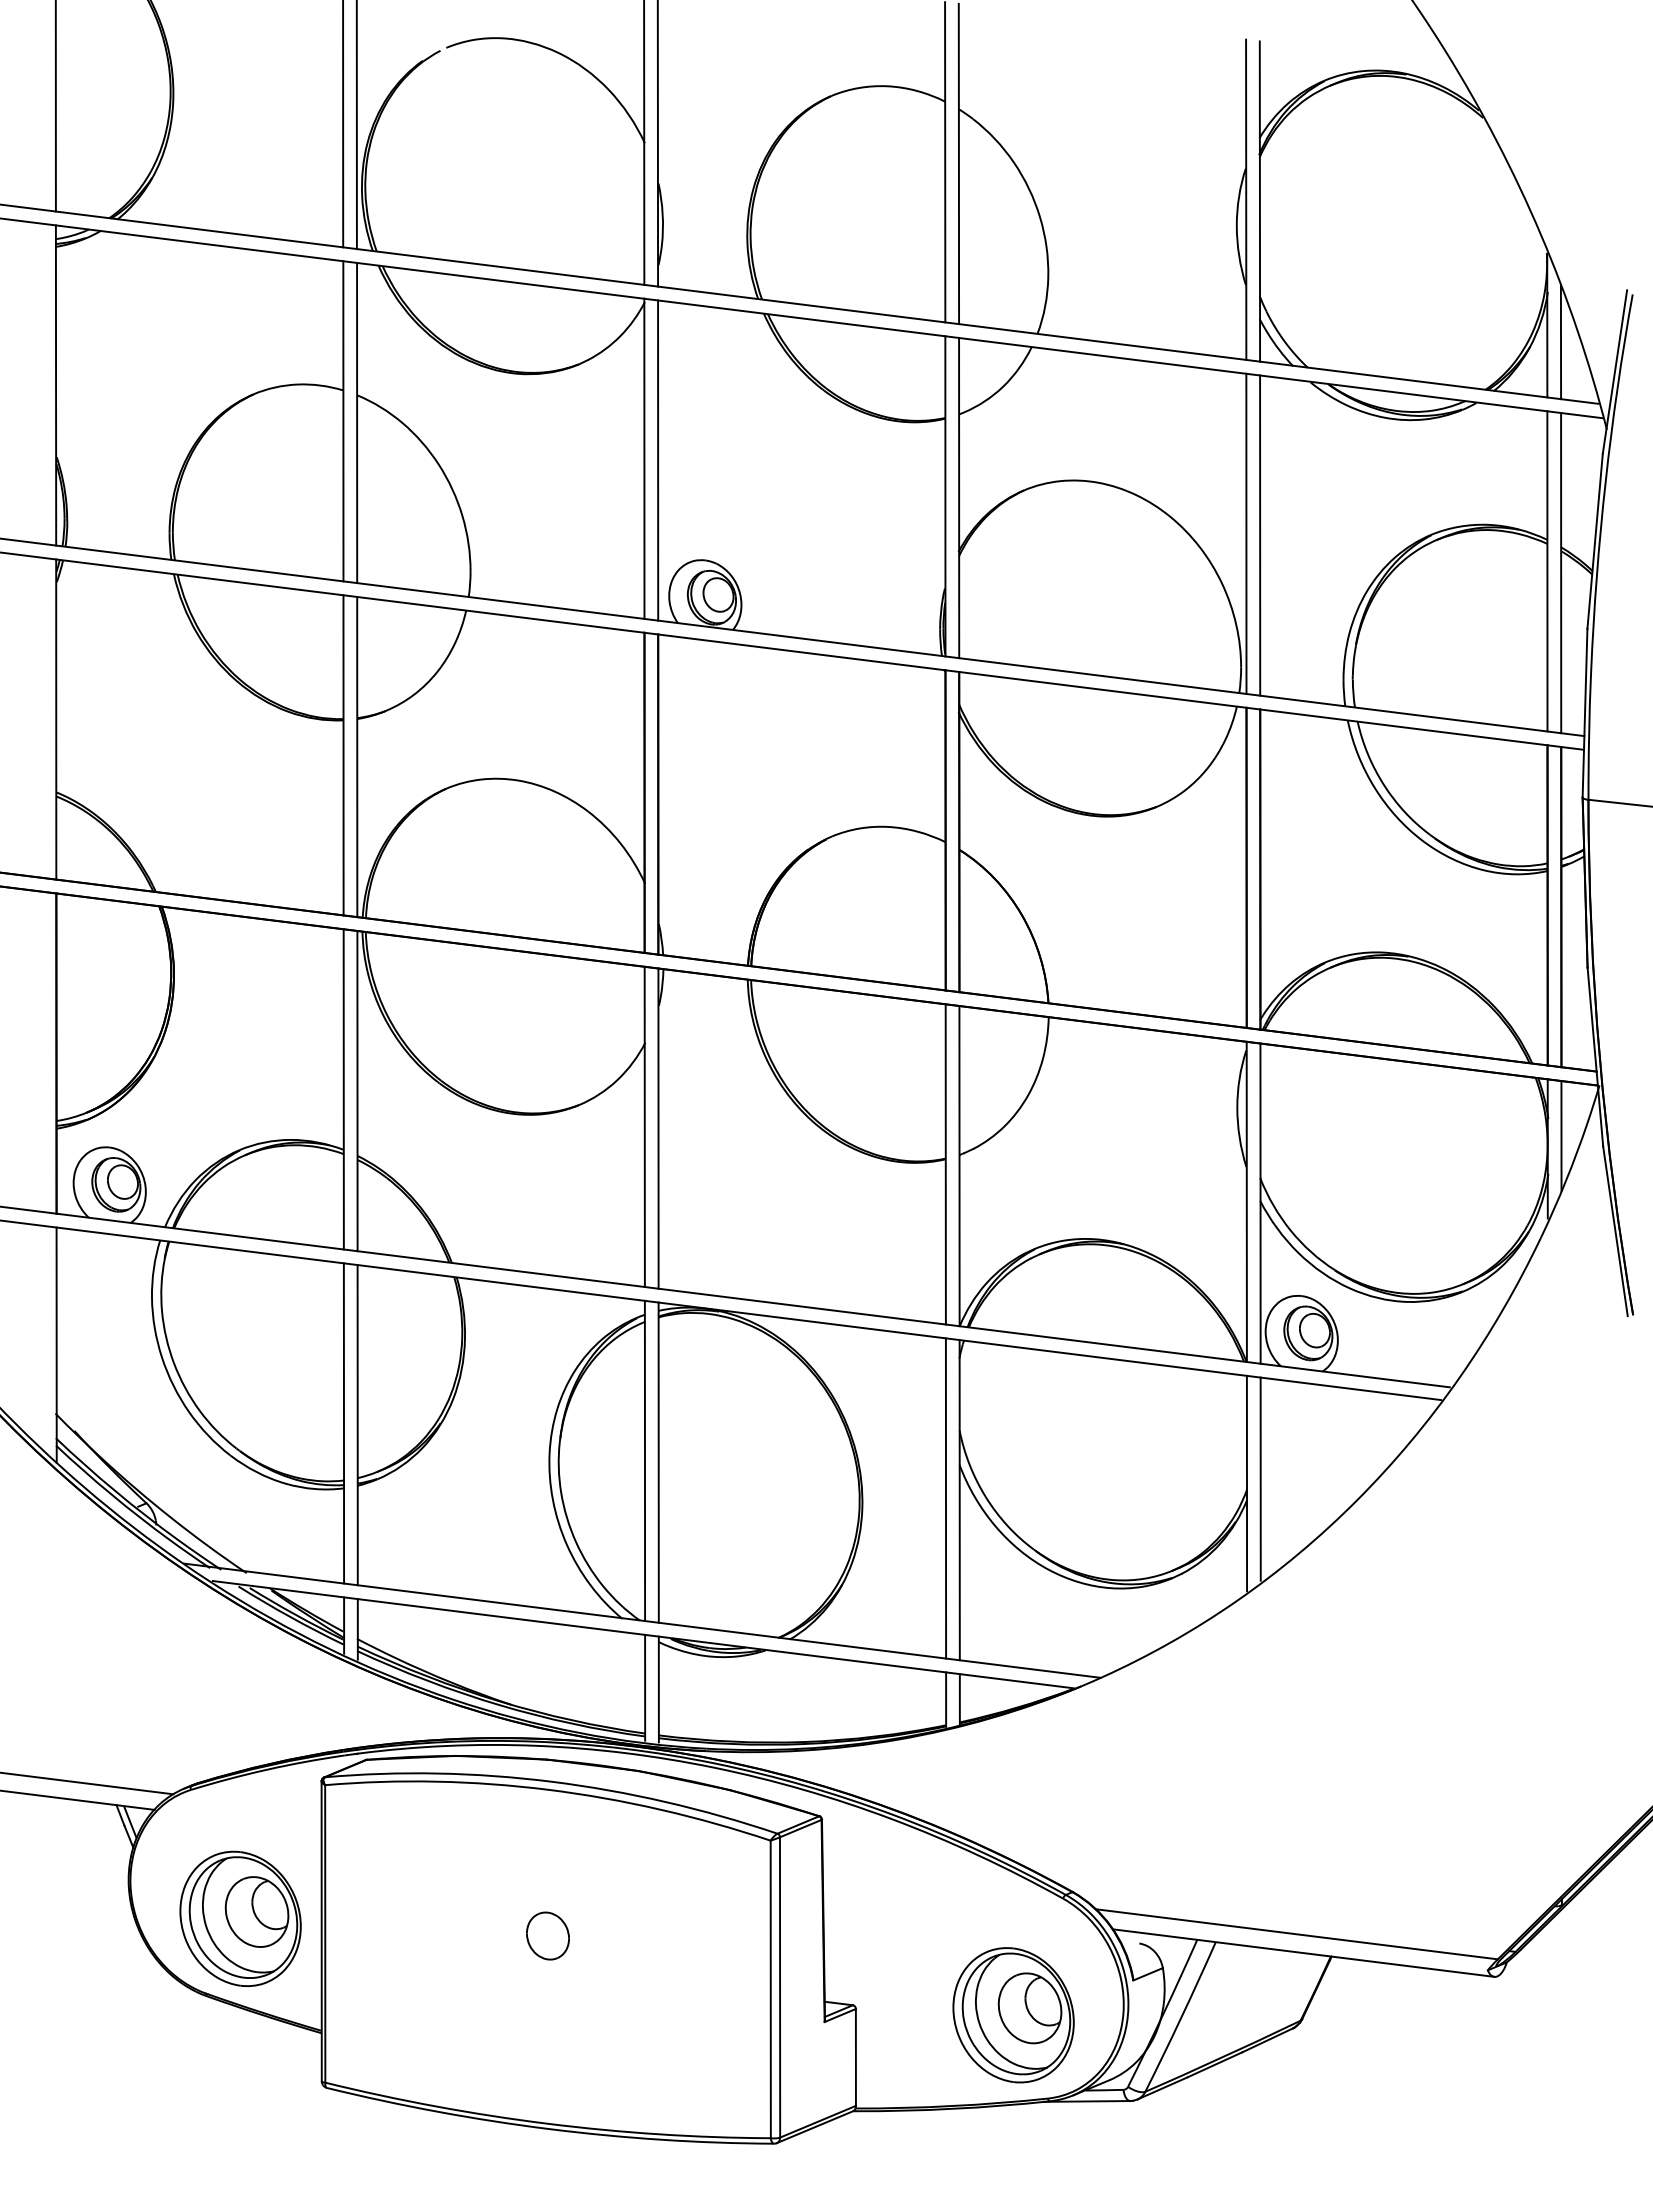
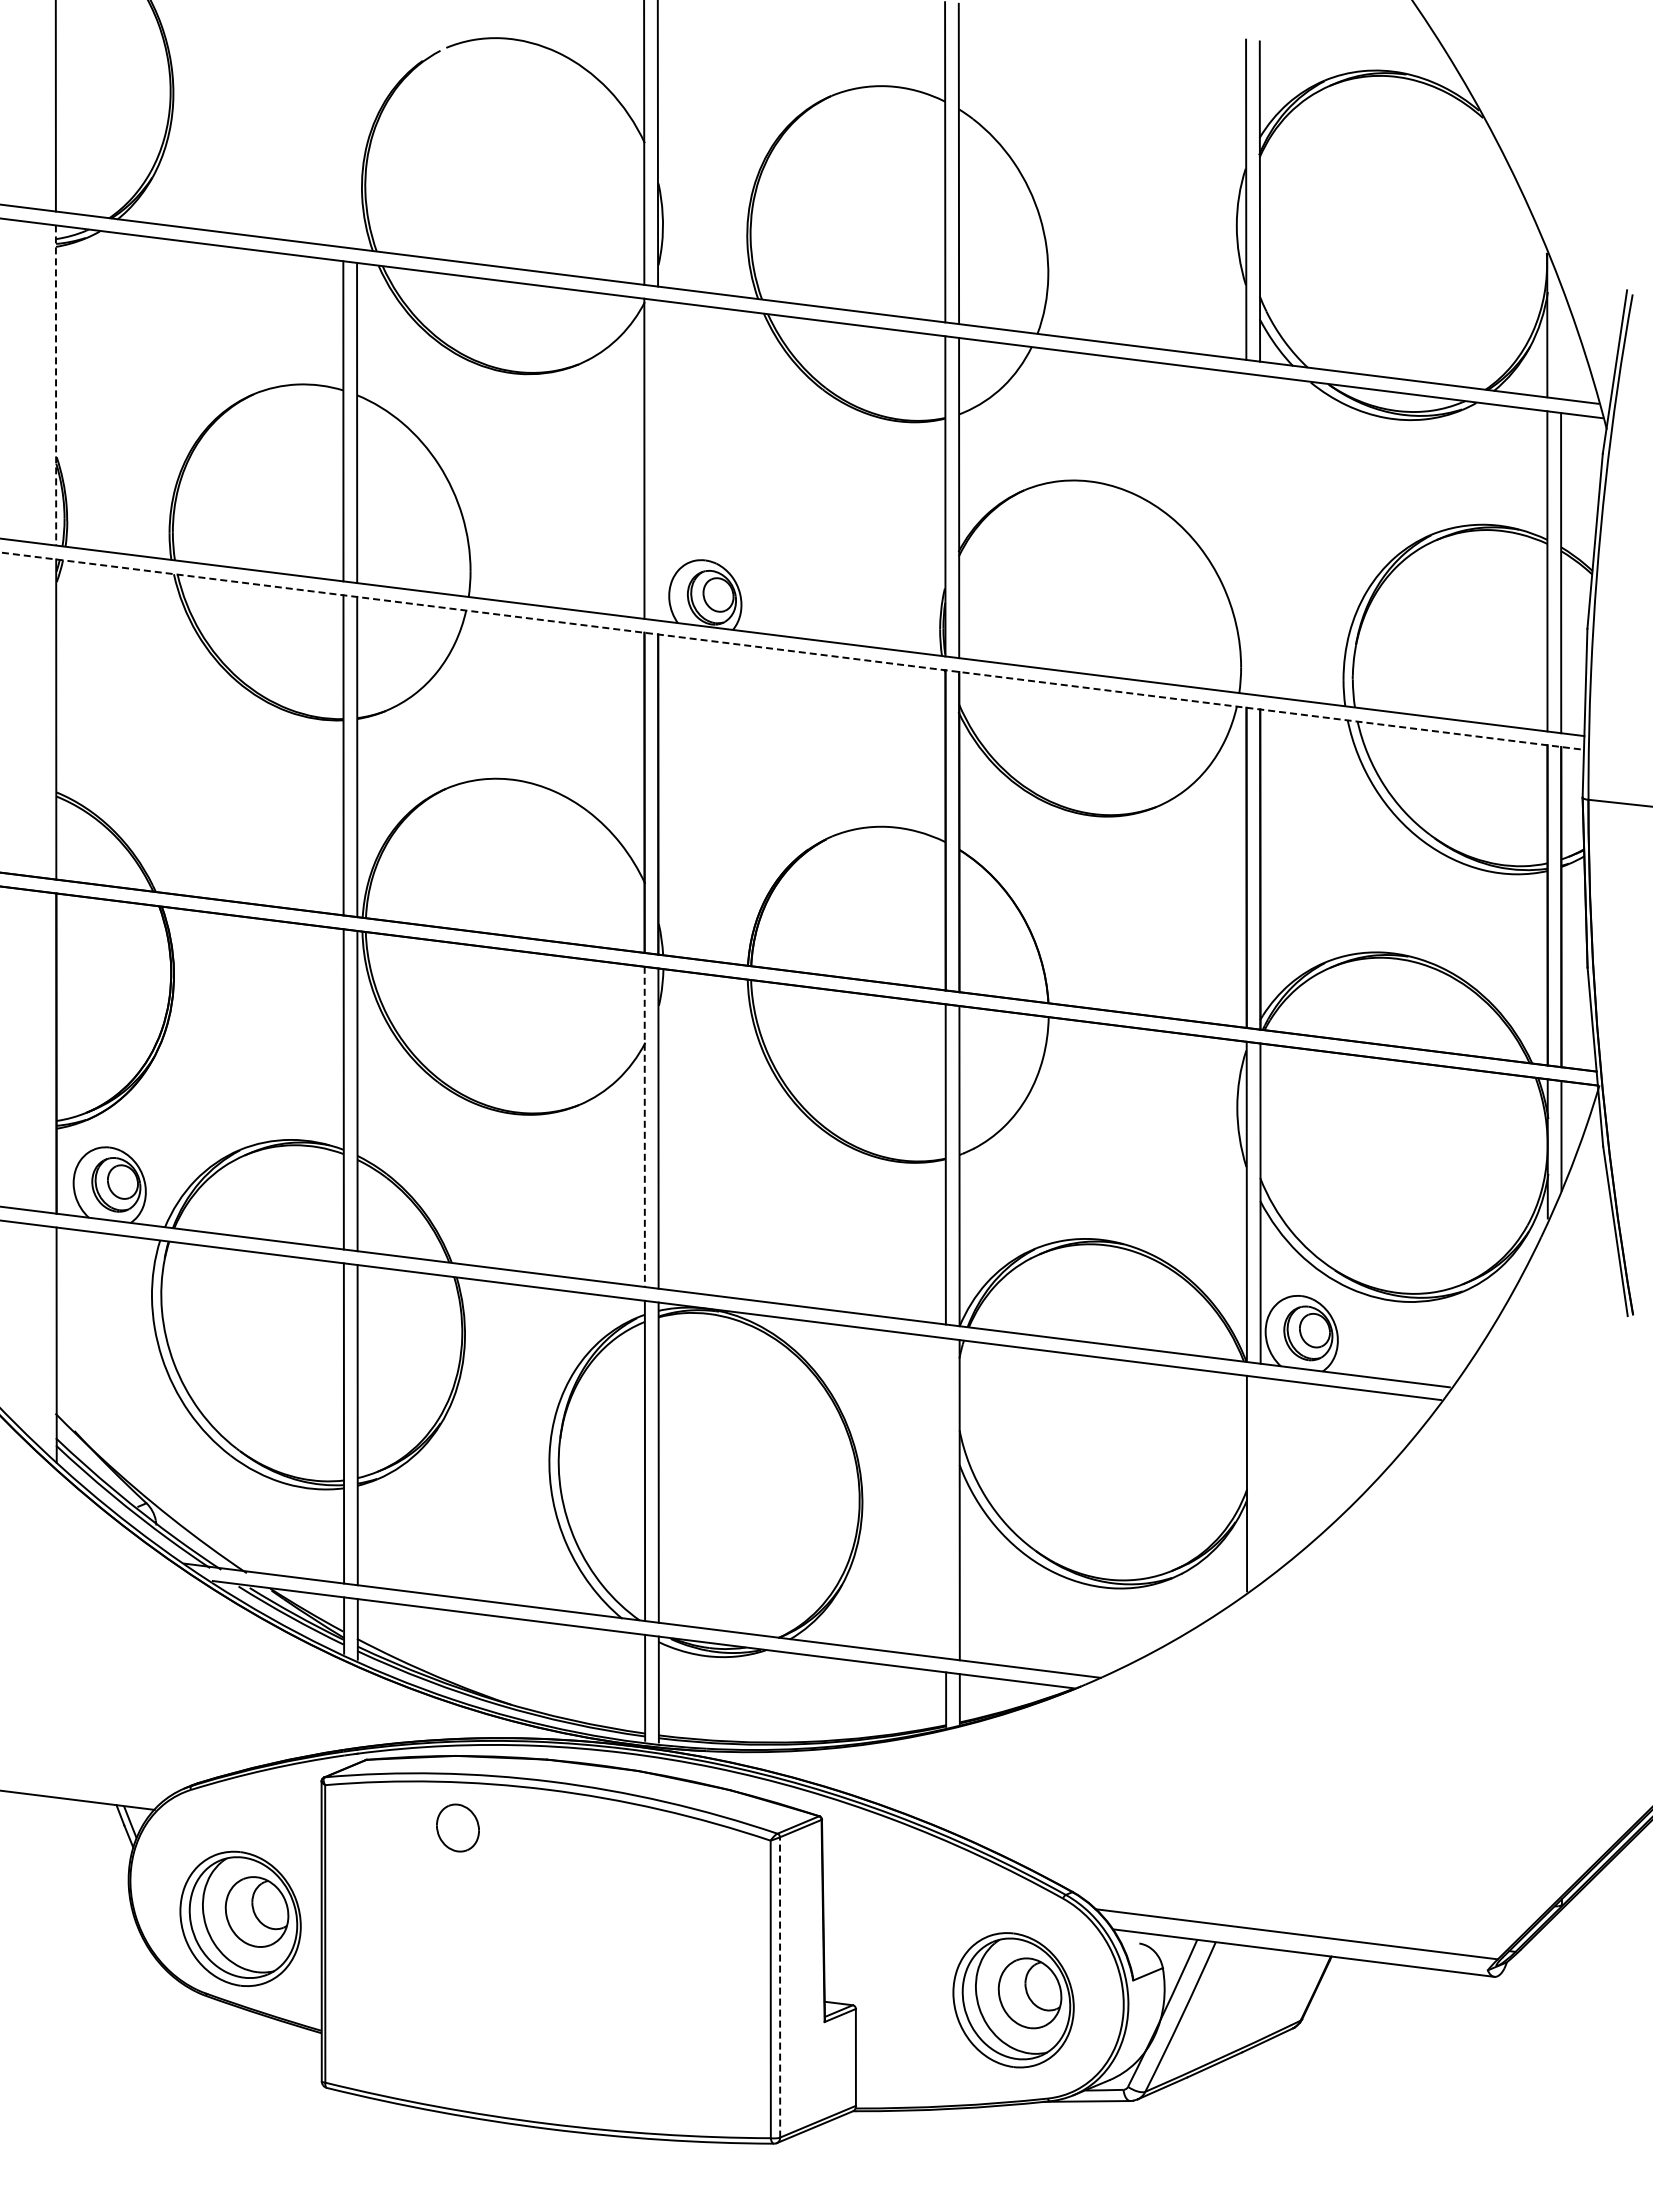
line at (343, 124): present -> none
line at (356, 125): present -> none
line at (1560, 342): present -> none
line at (56, 385): solid -> dashed
line at (658, 460): present -> none
line at (1246, 533): present -> none
line at (1260, 535): present -> none
line at (792, 651): solid -> dashed
line at (644, 1127): solid -> dashed
line at (1260, 1478): present -> none
line at (945, 1498): present -> none
line at (87, 1783): present -> none
part at (547, 1935) position: (547, 1935) -> (457, 1827)
line at (780, 1986): solid -> dashed
part at (1013, 2015) position: (1013, 2015) -> (1013, 2000)
